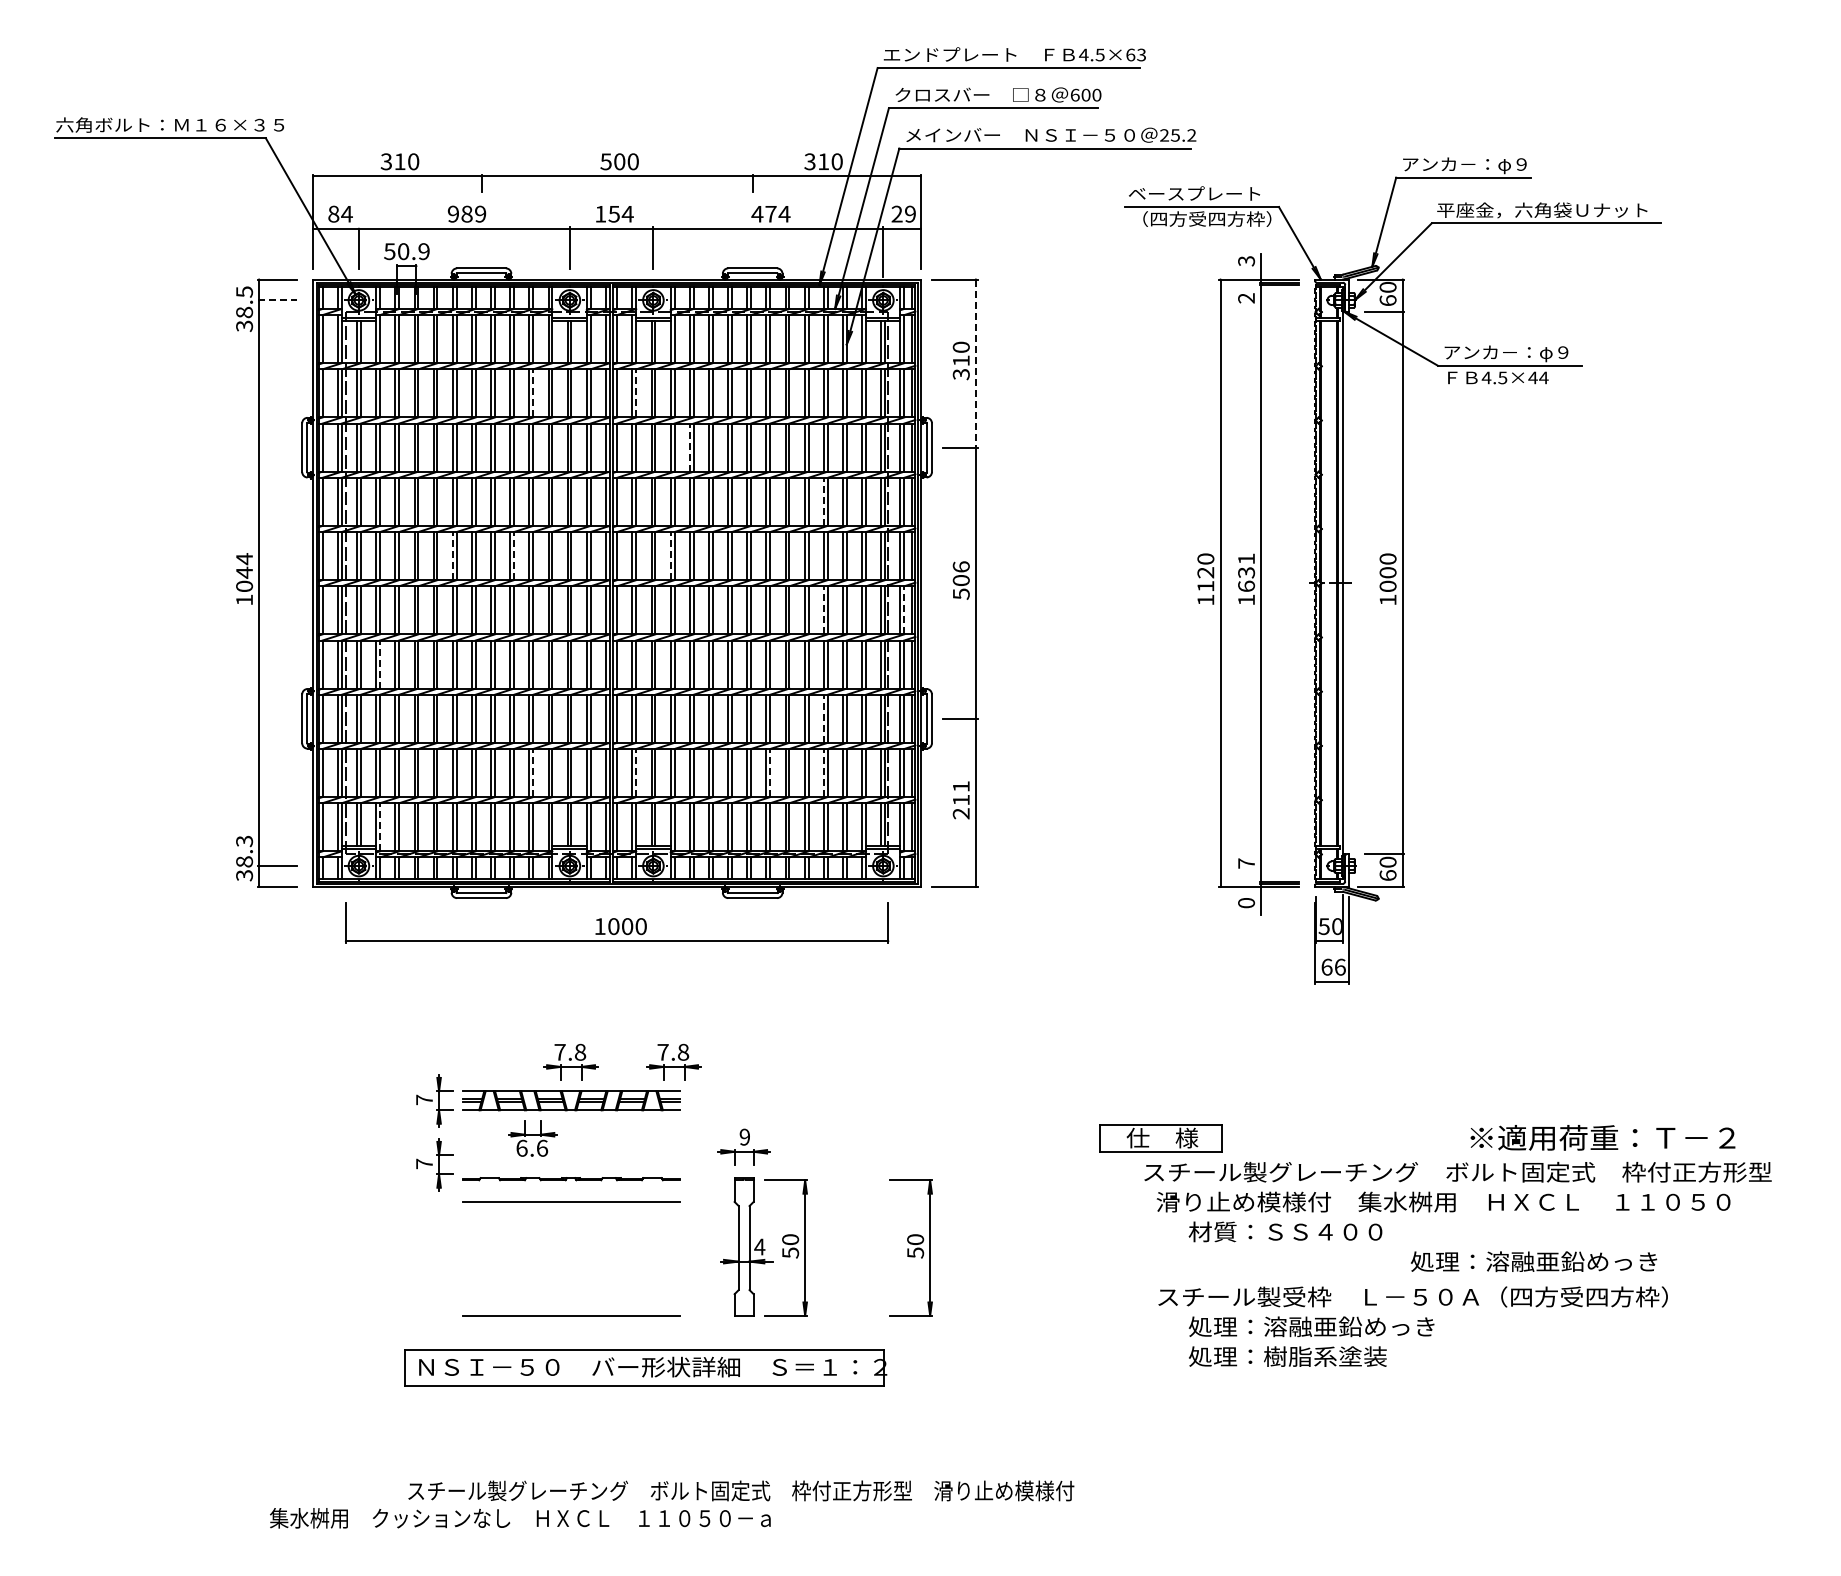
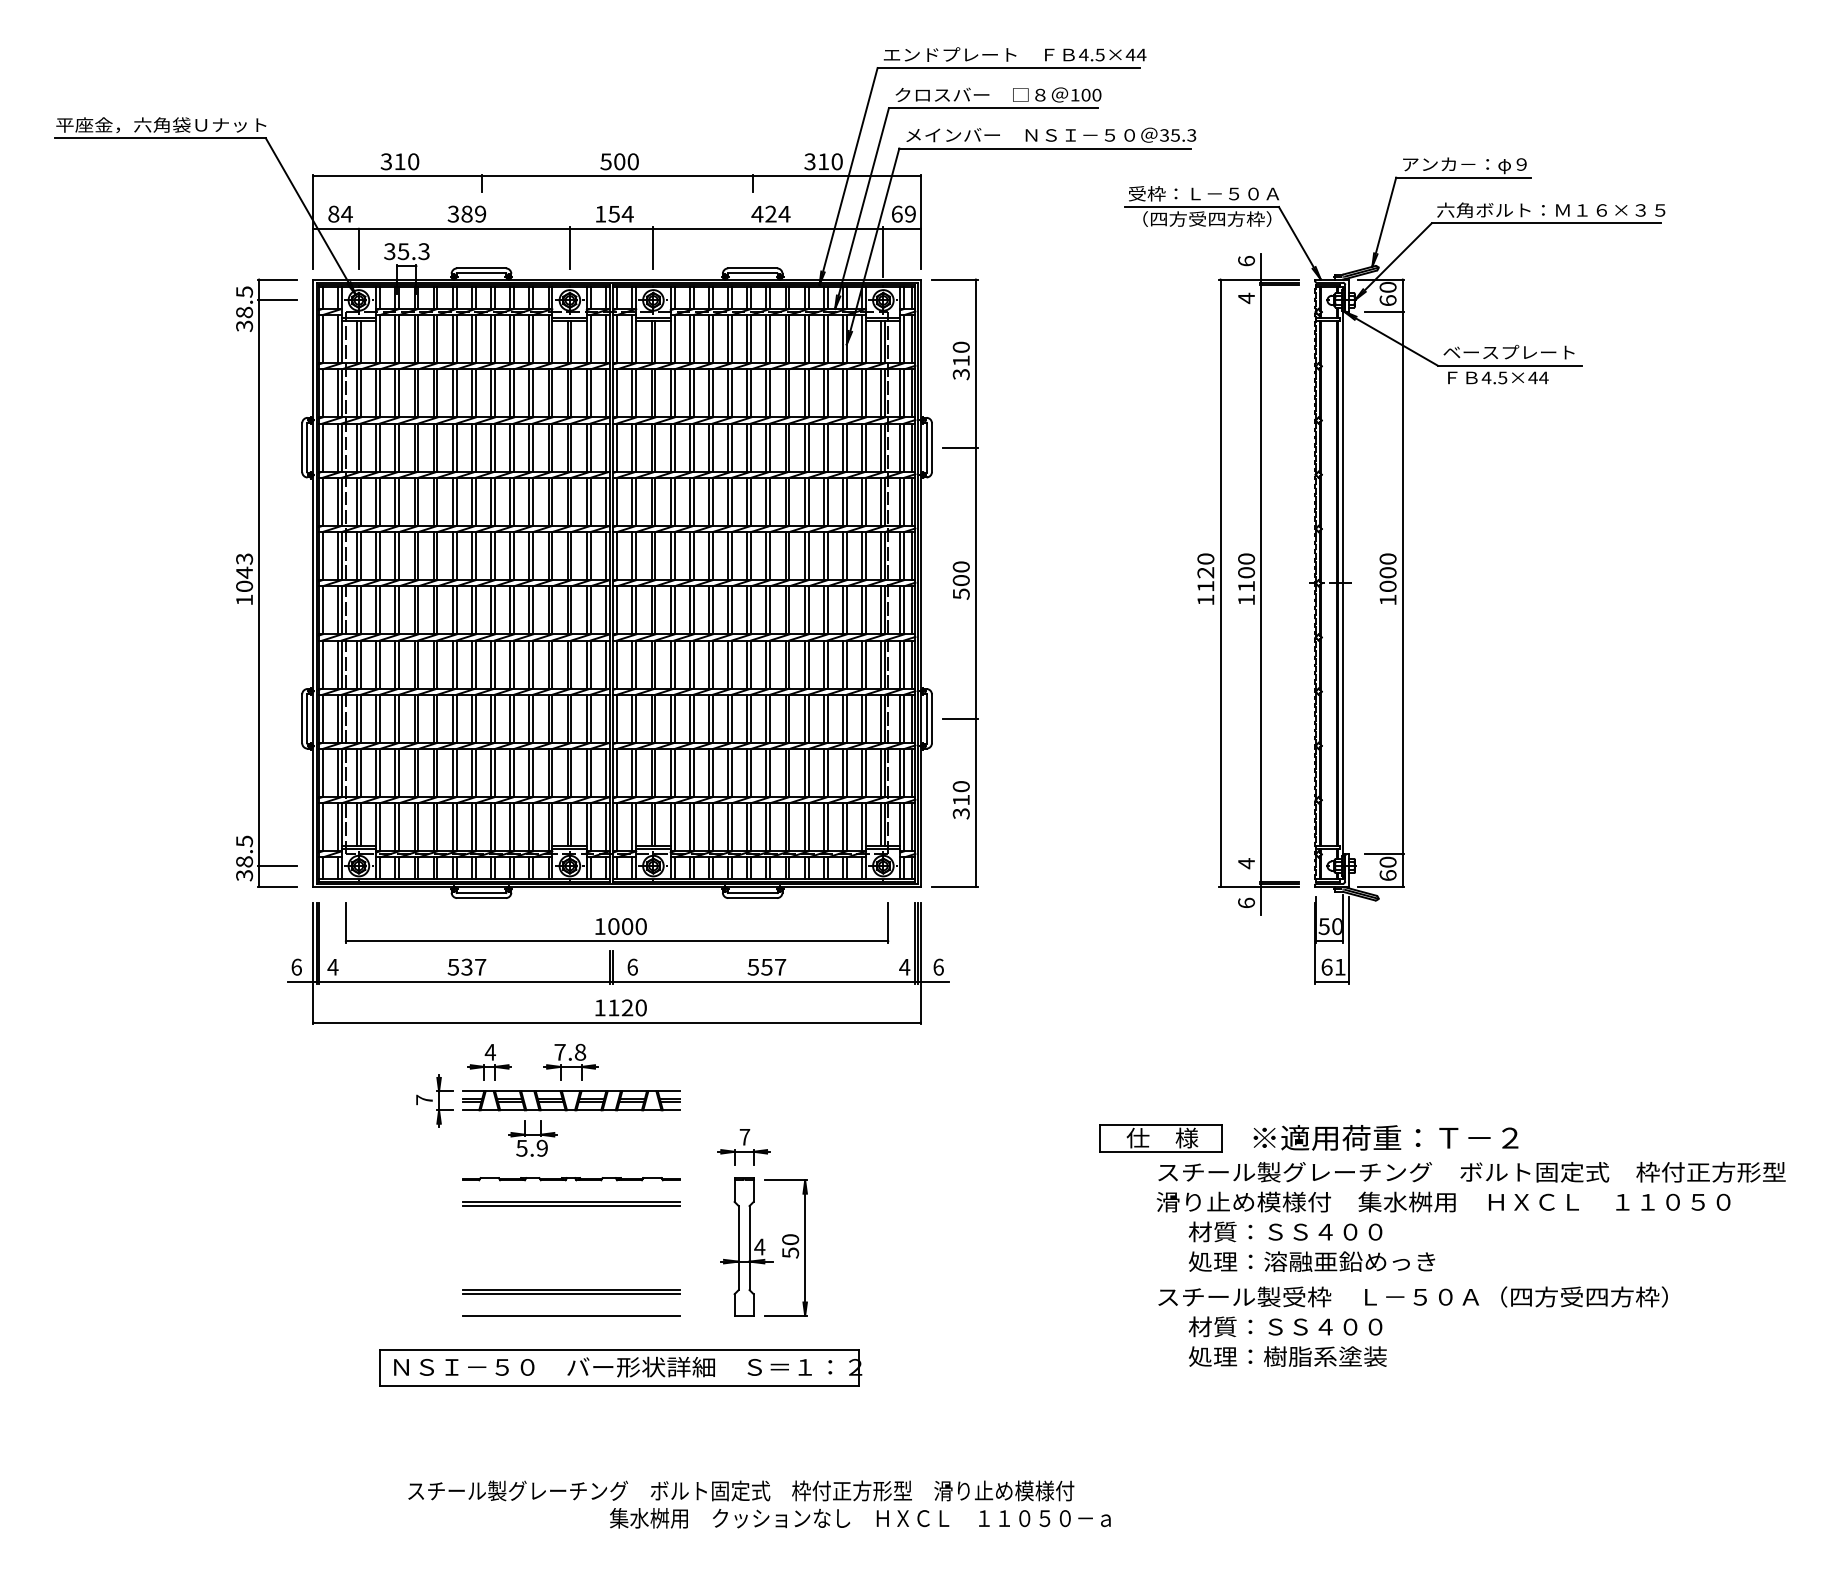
text at (1135, 54): 4.5×63 -> 4.5×44
text at (1075, 94): 600 -> 100
text at (170, 124): 六角ボルト：Ｍ１６×３５ -> 平座金，六角袋Ｕナット
text at (1178, 135): 25.2 -> 35.3
text at (1203, 193): ベースプレート -> 受枠：Ｌ－５０Ａ
text at (1551, 210): 平座金，六角袋Ｕナット -> 六角ボルト：Ｍ１６×３５
text at (770, 213): 474 -> 424
text at (896, 213): 29 -> 69
text at (452, 214): 989 -> 389
text at (406, 251): 50.9 -> 35.3
text at (1246, 261): 3 -> 6
text at (1246, 298): 2 -> 4
line at (277, 300): dashed -> solid
text at (1508, 353): アンカ－：φ９ -> ベースプレート
line at (975, 364): dashed -> solid
line at (533, 392): dashed -> solid
line at (636, 392): dashed -> solid
line at (689, 447): dashed -> solid
line at (823, 501): dashed -> solid
line at (452, 555): dashed -> solid
line at (514, 555): dashed -> solid
line at (670, 555): dashed -> solid
text at (244, 559): 1044 -> 1043
text at (960, 566): 506 -> 500
text at (1246, 572): 1631 -> 1100
line at (823, 609): dashed -> solid
line at (904, 609): dashed -> solid
line at (380, 664): dashed -> solid
line at (823, 718): dashed -> solid
line at (533, 772): dashed -> solid
line at (636, 772): dashed -> solid
line at (770, 772): dashed -> solid
line at (823, 772): dashed -> solid
text at (960, 800): 211 -> 310
line at (380, 826): dashed -> solid
text at (244, 840): 38.3 -> 38.5
text at (1246, 863): 7 -> 4
text at (1246, 902): 0 -> 6
part at (618, 963): none -> present
text at (1340, 966): 66 -> 61
part at (673, 1061): present -> none
part at (489, 1062): none -> present
text at (744, 1136): 9 -> 7
text at (1602, 1137) position: (1602, 1137) -> (1385, 1137)
text at (532, 1147): 6.6 -> 5.9
part at (434, 1164): present -> none
text at (1457, 1171) position: (1457, 1171) -> (1471, 1171)
line at (571, 1206): none -> present
part at (910, 1247): present -> none
text at (1534, 1261) position: (1534, 1261) -> (1312, 1261)
part at (571, 1291): none -> present
text at (1311, 1326): 処理：溶融亜鉛めっき -> 材質：ＳＳ４００
part at (645, 1367) position: (645, 1367) -> (620, 1367)
text at (520, 1518) position: (520, 1518) -> (860, 1518)
